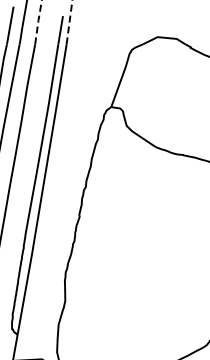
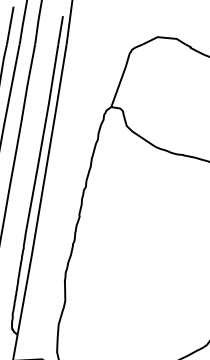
line at (69, 21): dashed -> solid
line at (38, 22): dashed -> solid
